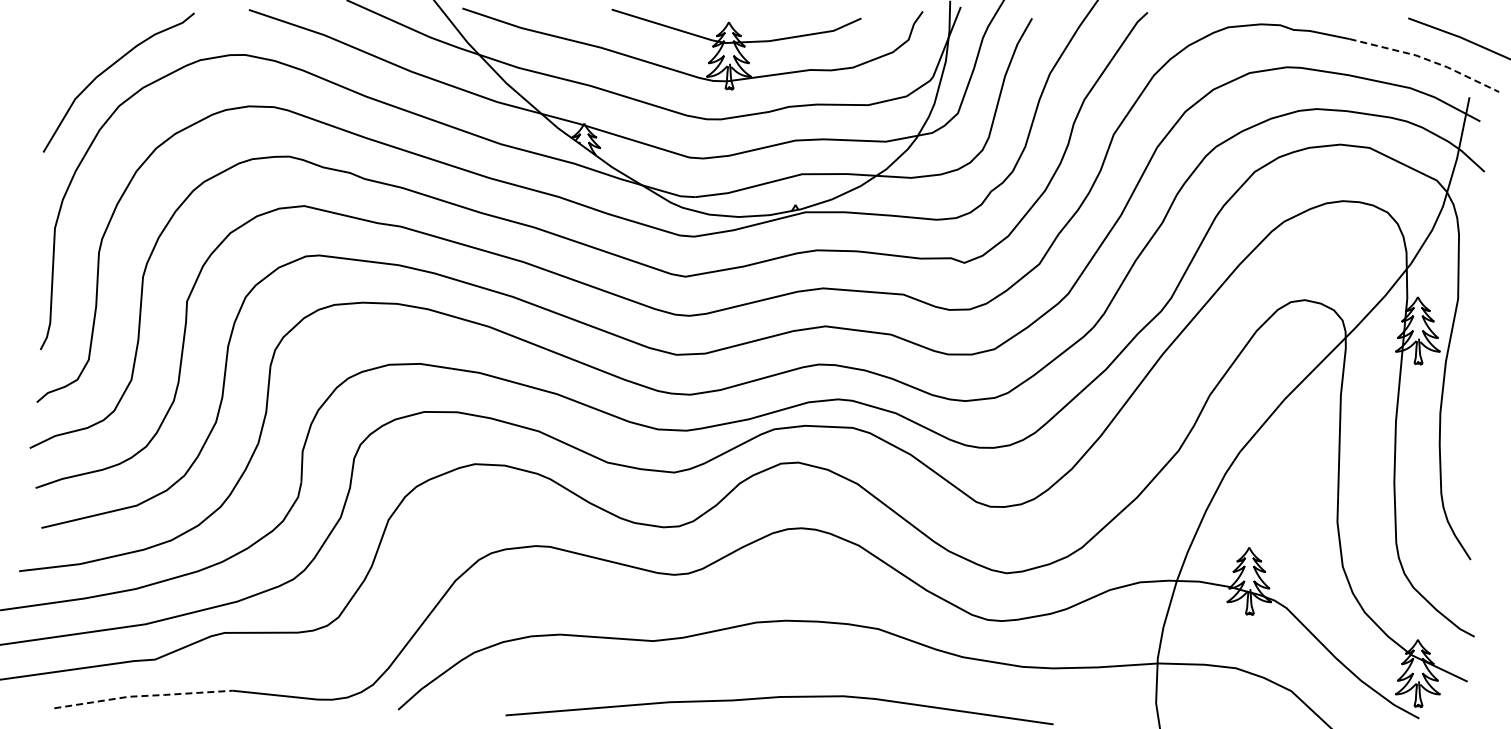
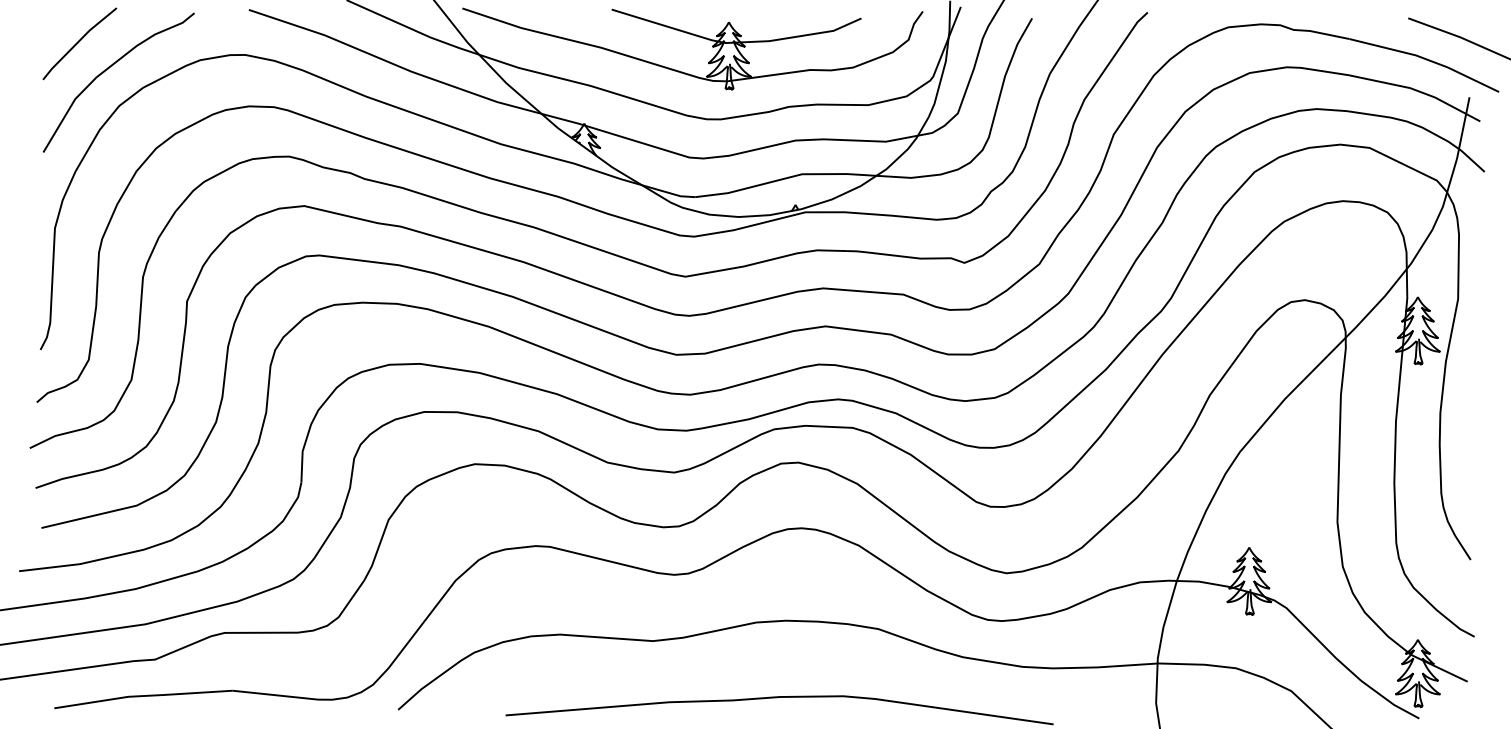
line at (79, 42): none -> present
line at (1427, 59): dashed -> solid
line at (143, 696): dashed -> solid
